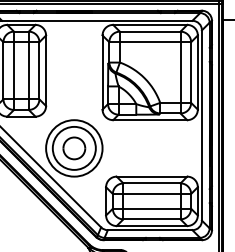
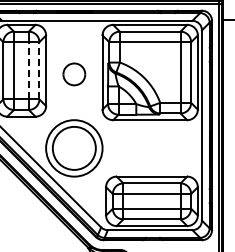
line at (28, 70): solid -> dashed
line at (39, 70): solid -> dashed
part at (74, 148) position: (74, 148) -> (74, 74)
